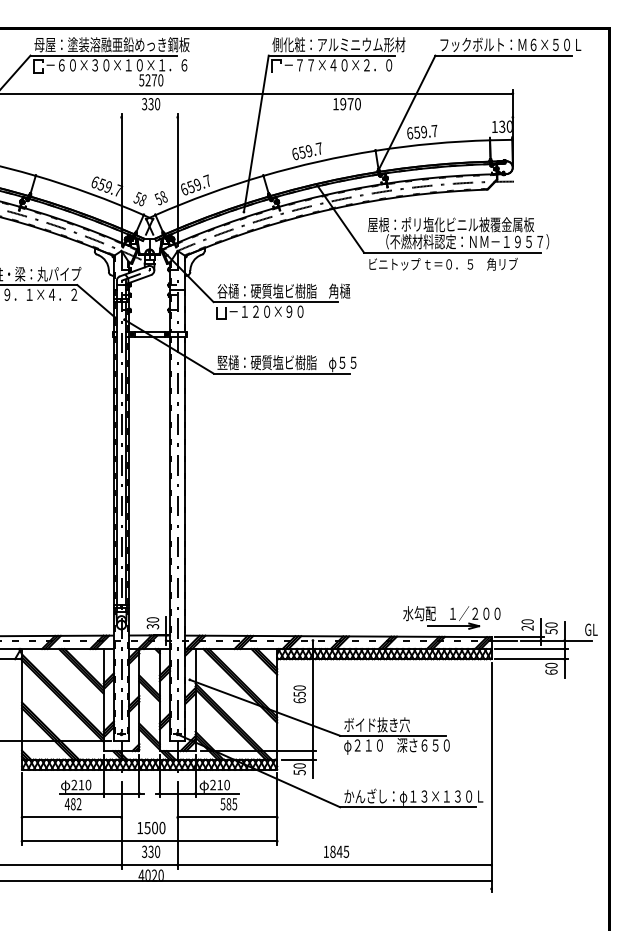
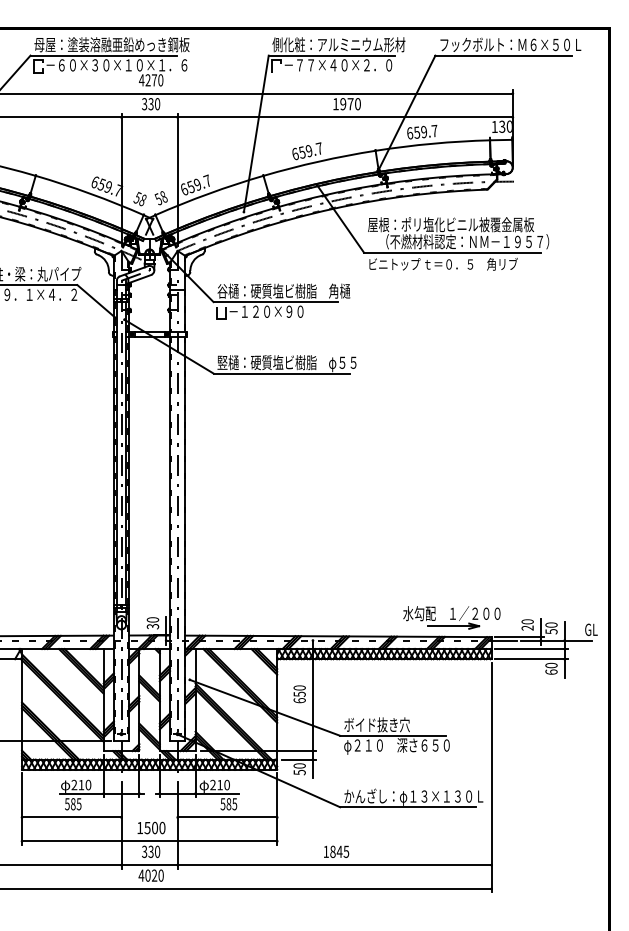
text at (141, 80): 5270 -> 4270
line at (257, 117): none -> present
text at (72, 804): 482 -> 585
line at (246, 880) position: (246, 880) -> (246, 888)
